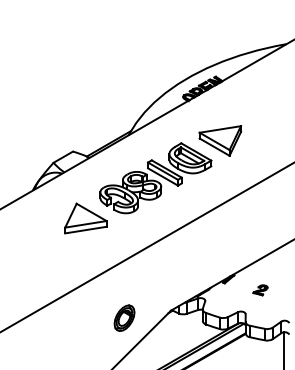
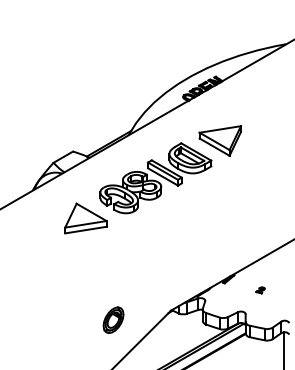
line at (146, 247): present -> none
part at (260, 290) size: 17x13 px -> 11x9 px
part at (124, 317) position: (124, 317) -> (113, 319)
